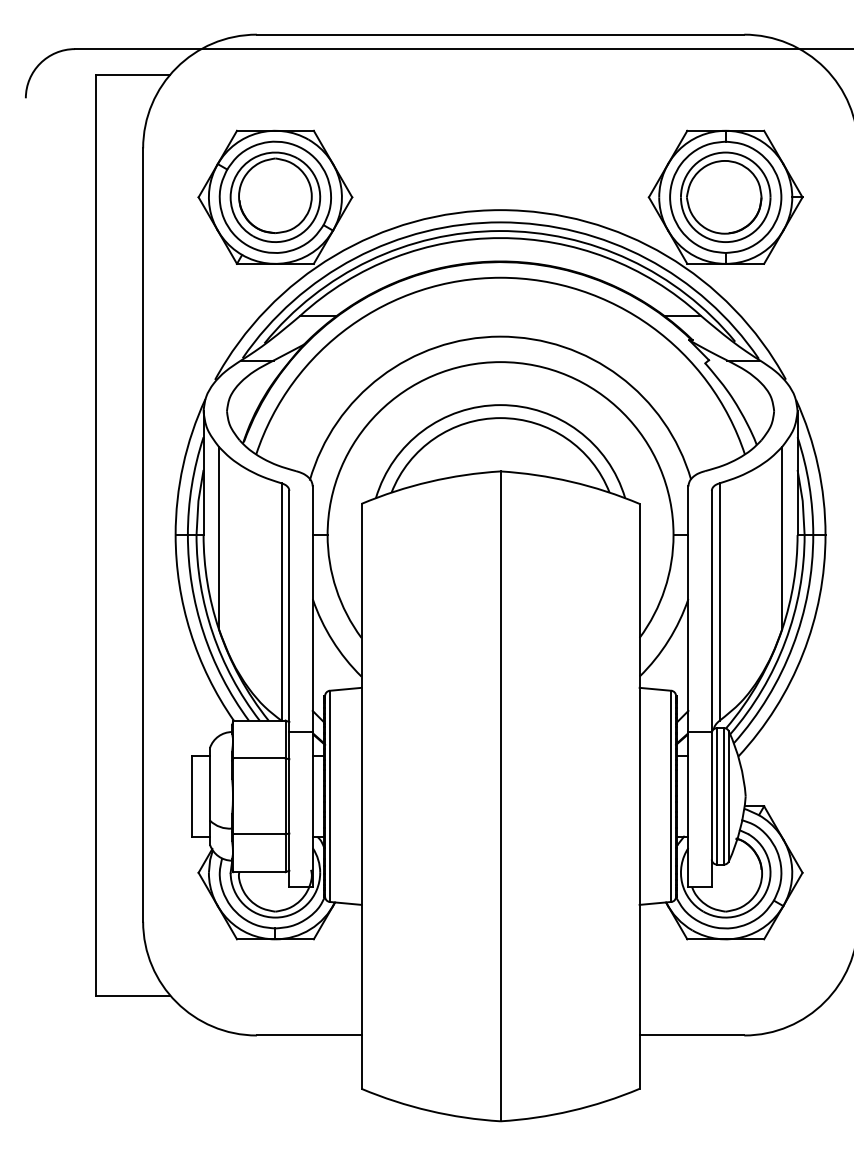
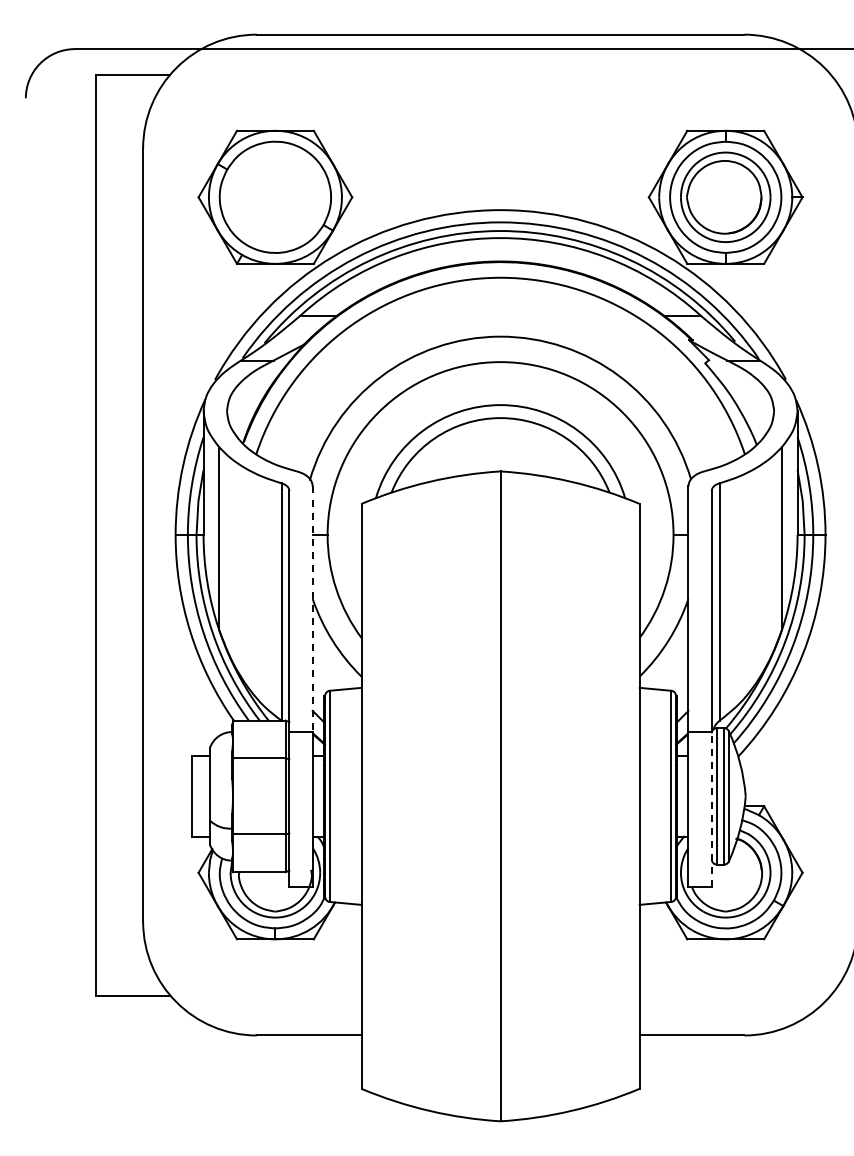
part at (275, 196): present -> none
line at (312, 609): solid -> dashed
line at (711, 809): solid -> dashed
